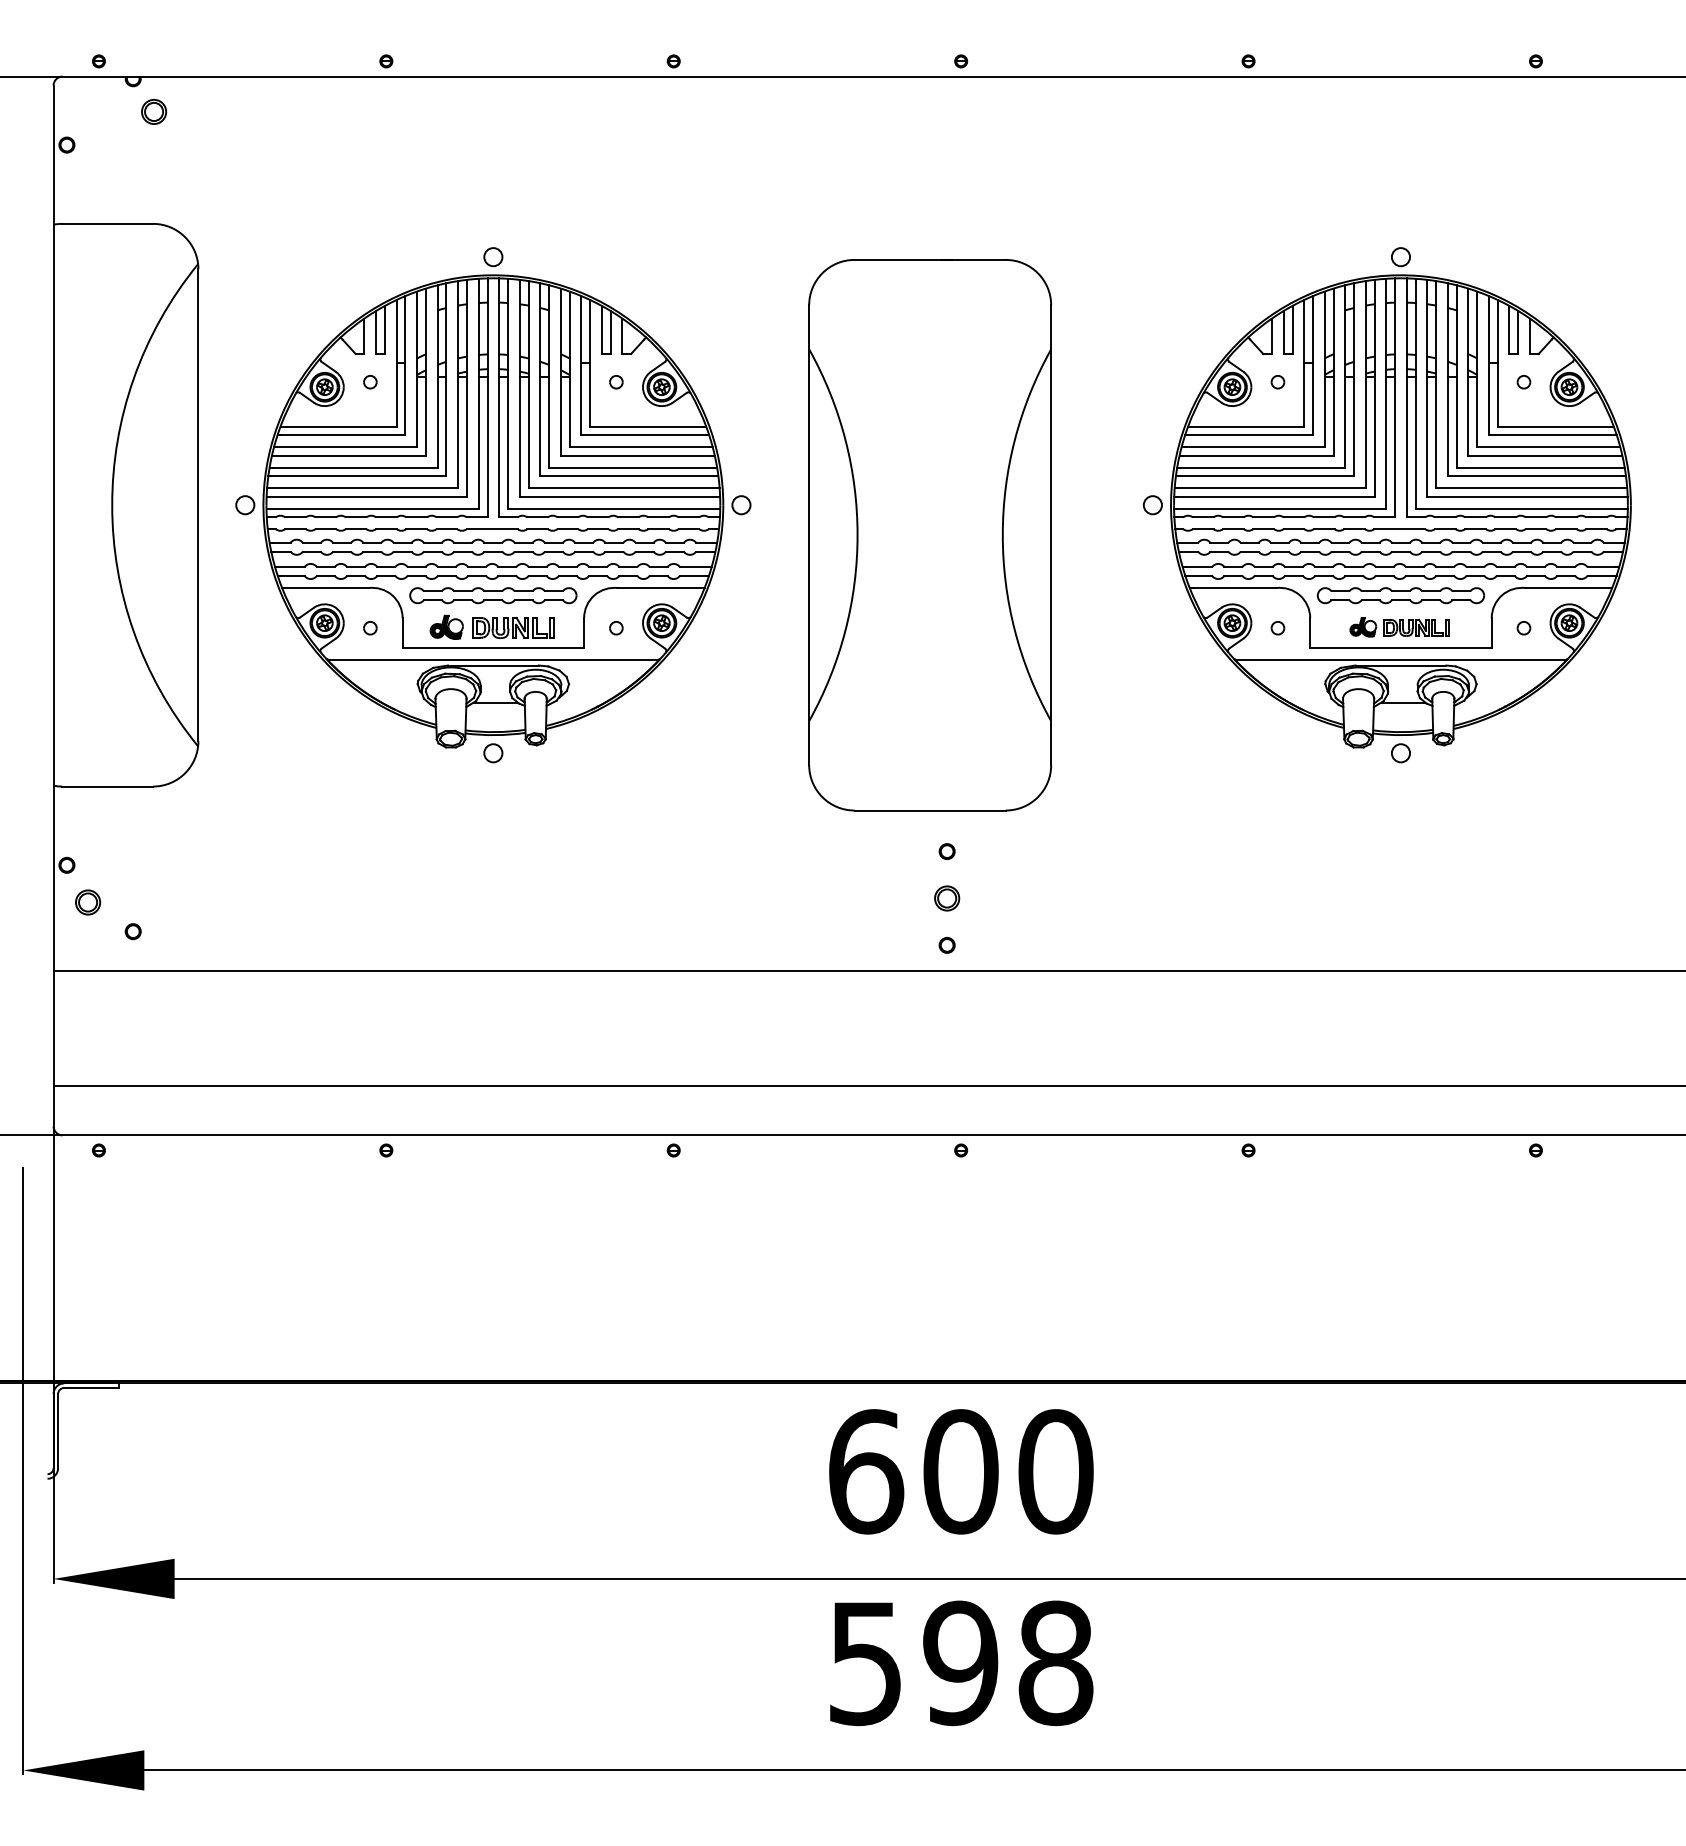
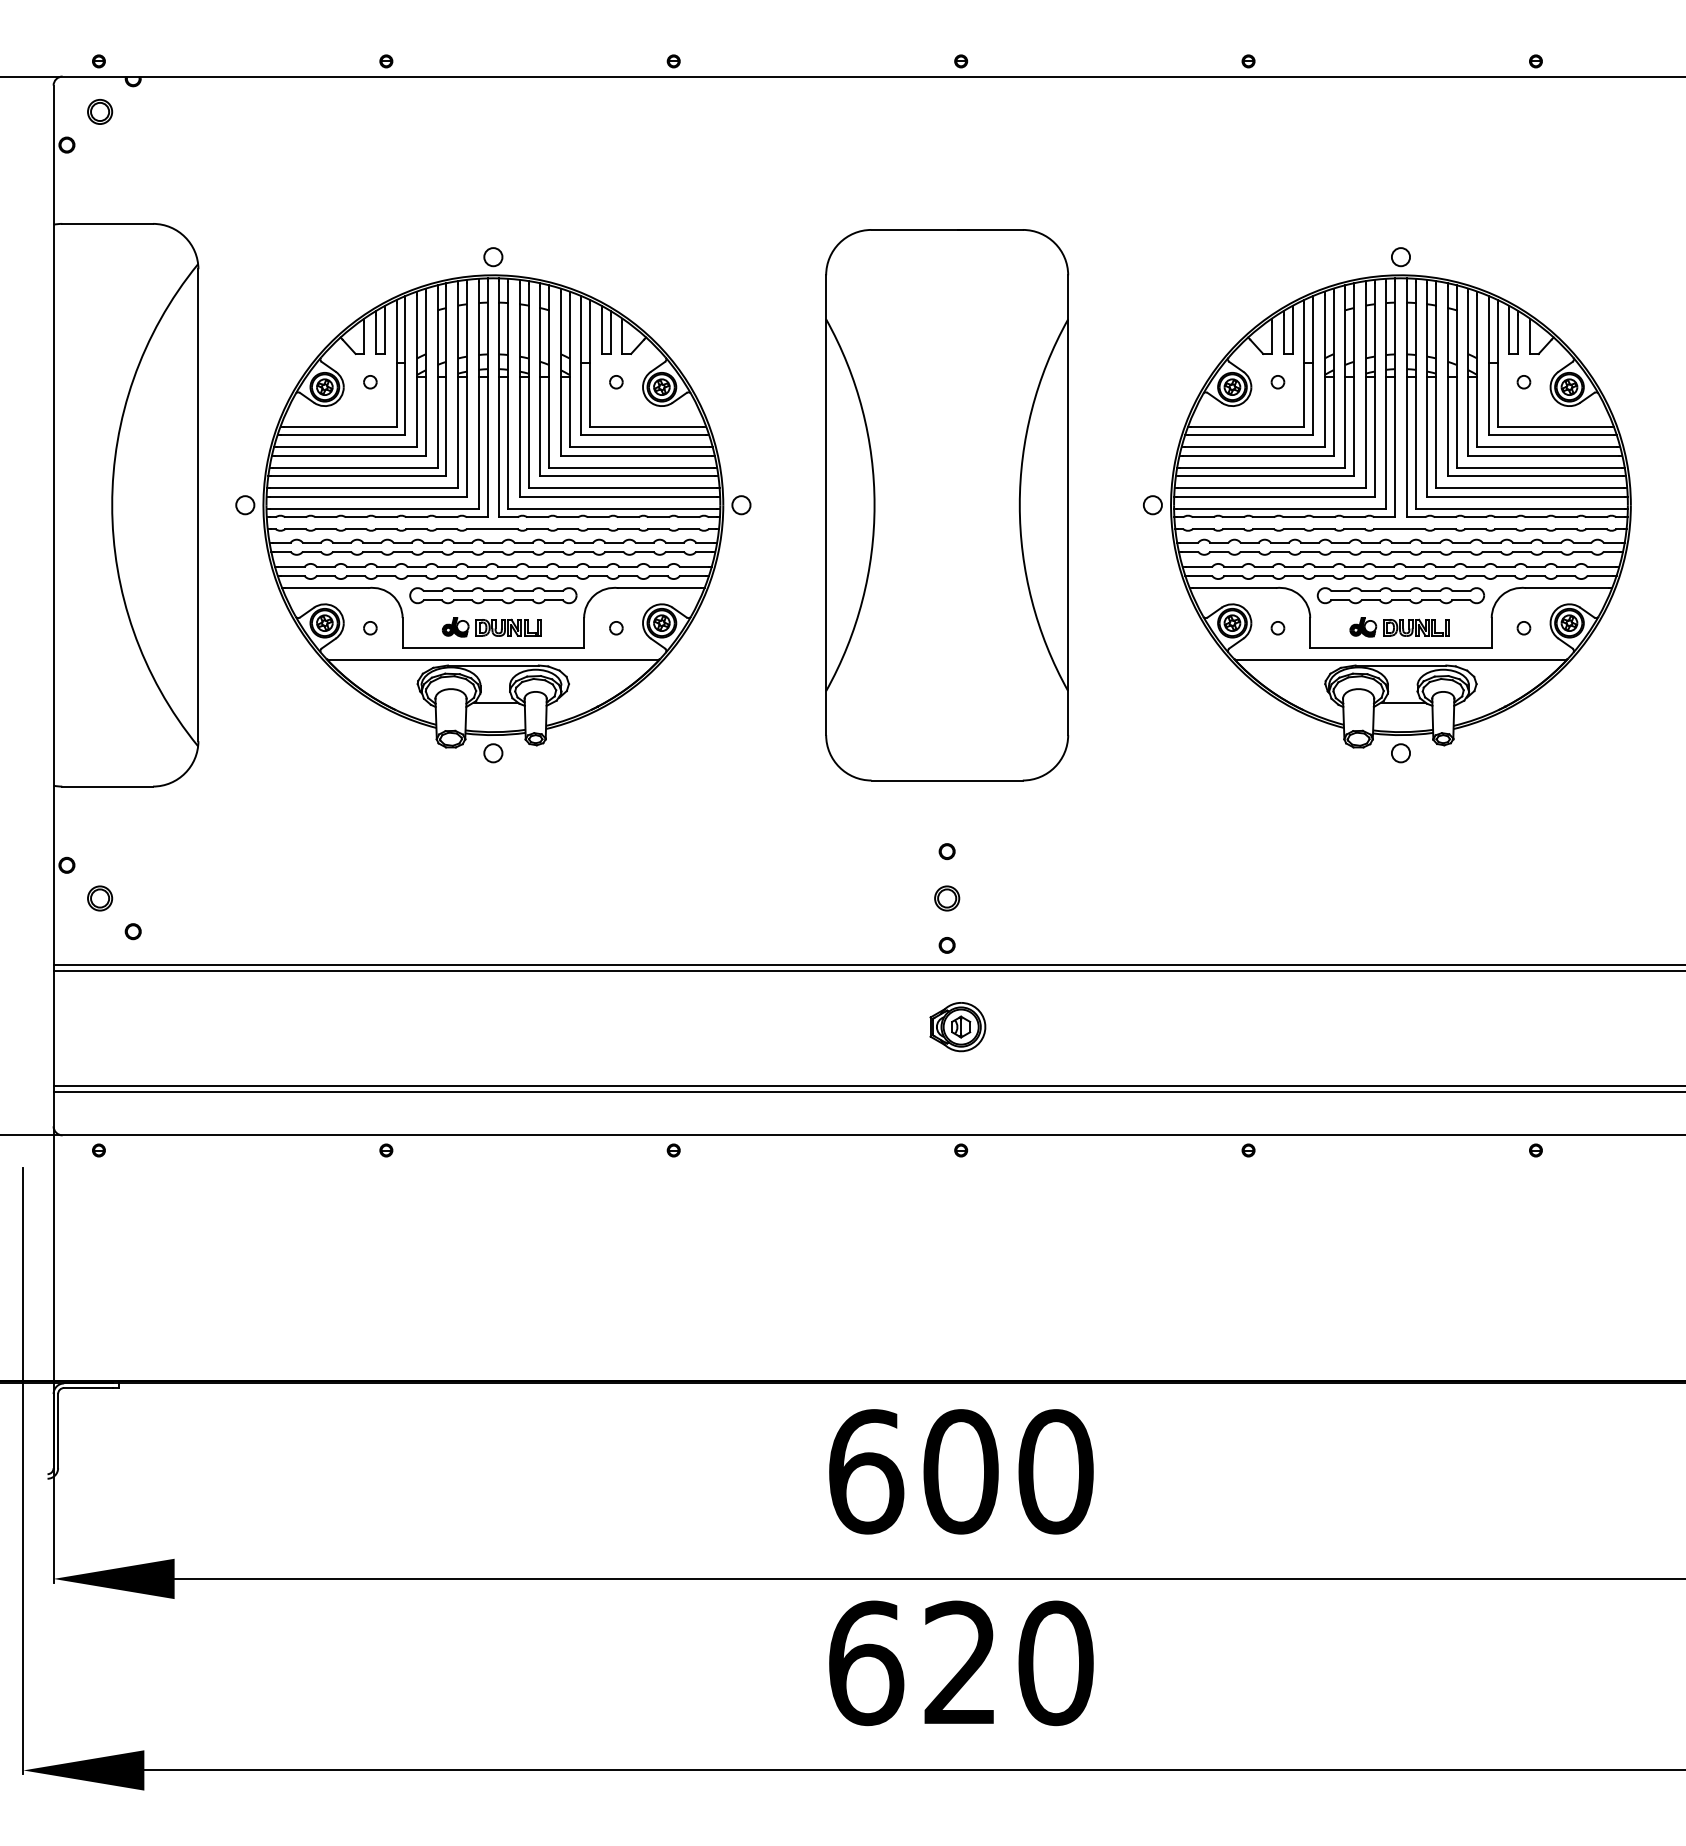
part at (154, 111) position: (154, 111) -> (100, 111)
part at (930, 535) position: (930, 535) -> (947, 505)
part at (491, 626) size: 126x26 px -> 101x21 px
part at (88, 902) position: (88, 902) -> (100, 898)
line at (867, 965): none -> present
part at (957, 1027): none -> present
line at (867, 1092): none -> present
text at (961, 1663): 598 -> 620
